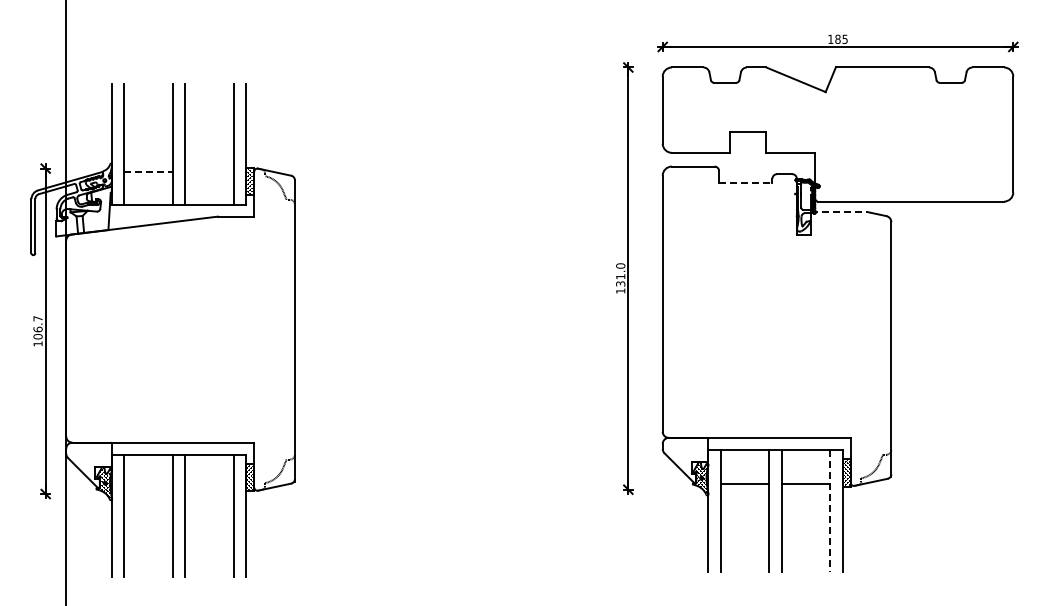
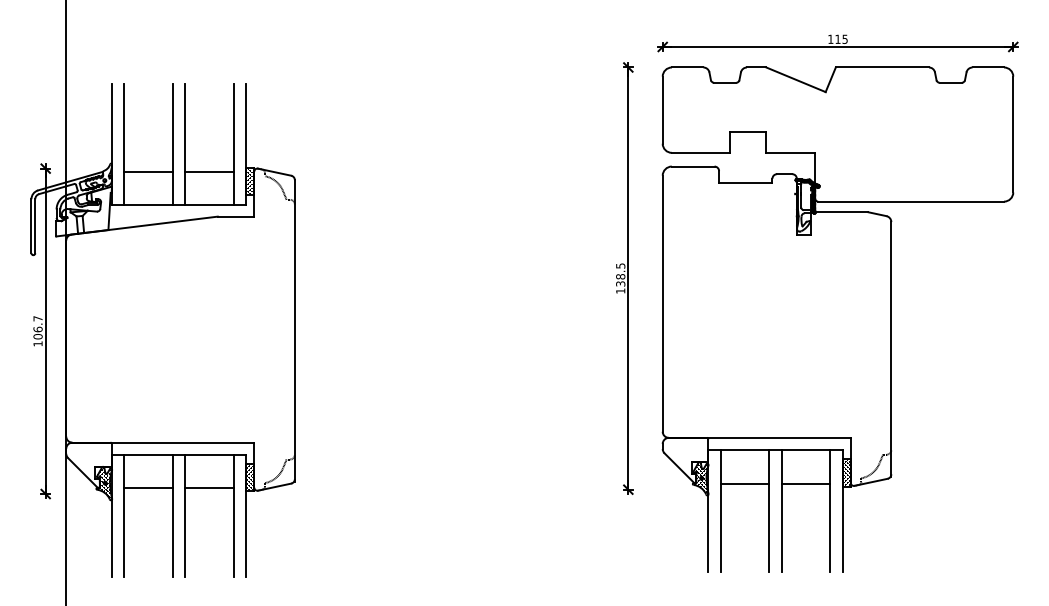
text at (837, 38): 185 -> 115
line at (149, 171): dashed -> solid
line at (209, 171): none -> present
line at (745, 183): dashed -> solid
line at (839, 212): dashed -> solid
text at (620, 271): 131.0 -> 138.5
line at (148, 488): none -> present
line at (209, 488): none -> present
line at (830, 511): dashed -> solid
